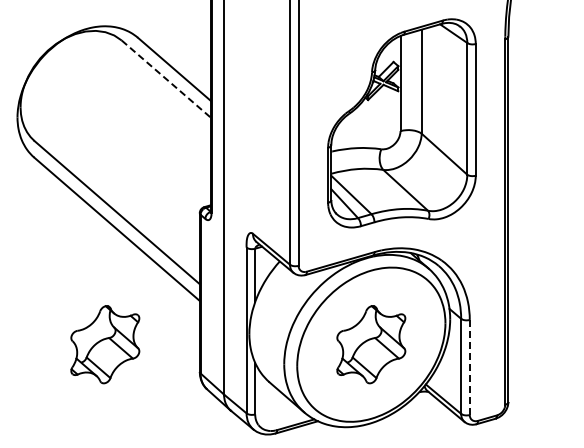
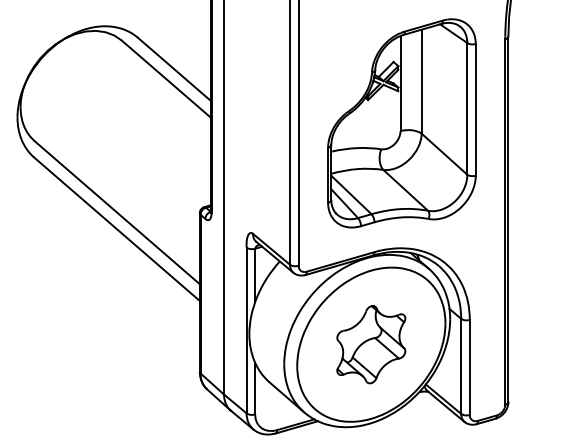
line at (166, 79): dashed -> solid
part at (105, 344): present -> none
line at (469, 367): dashed -> solid
